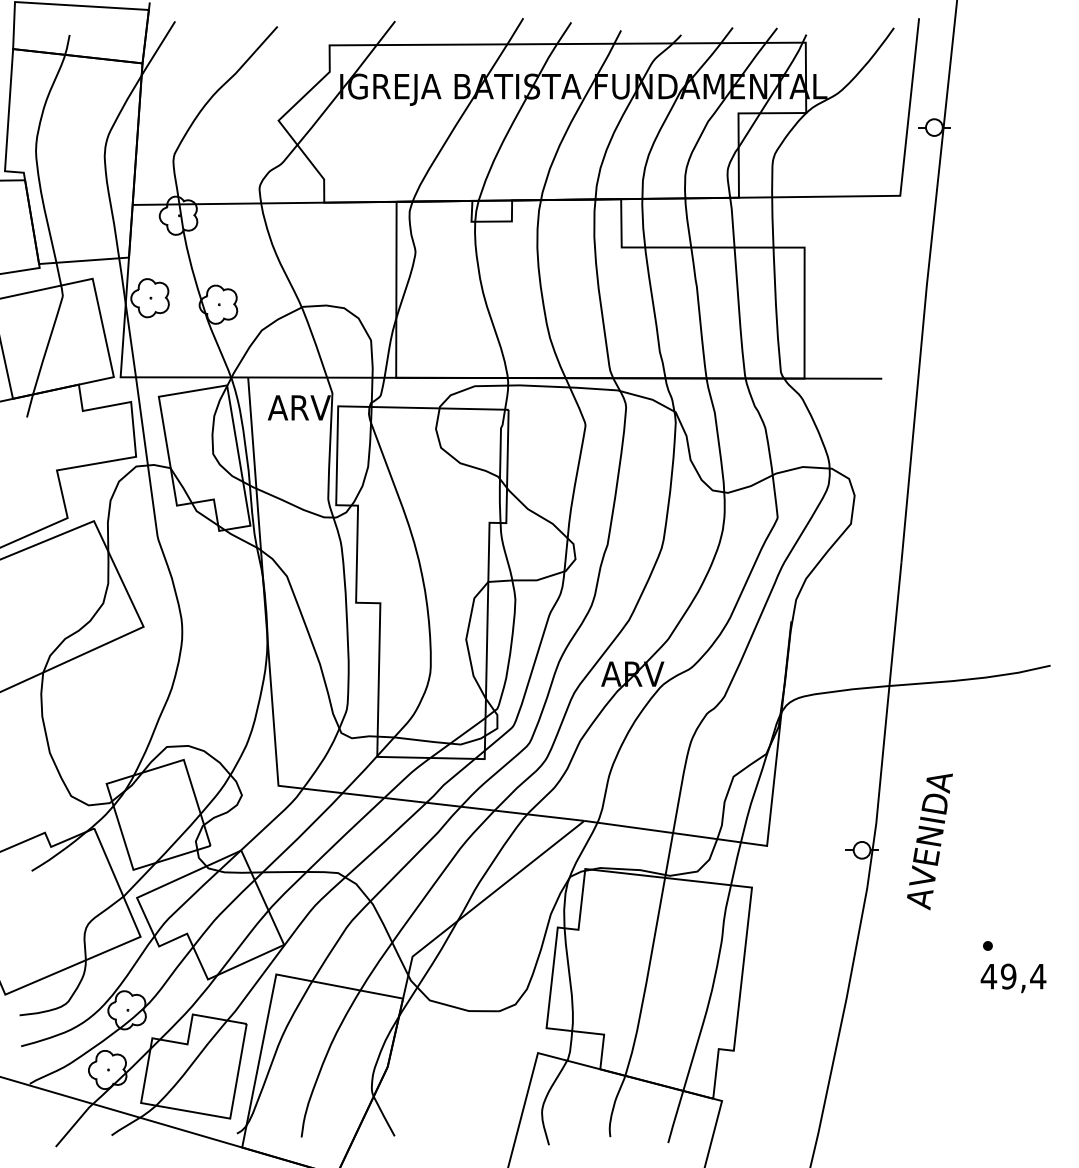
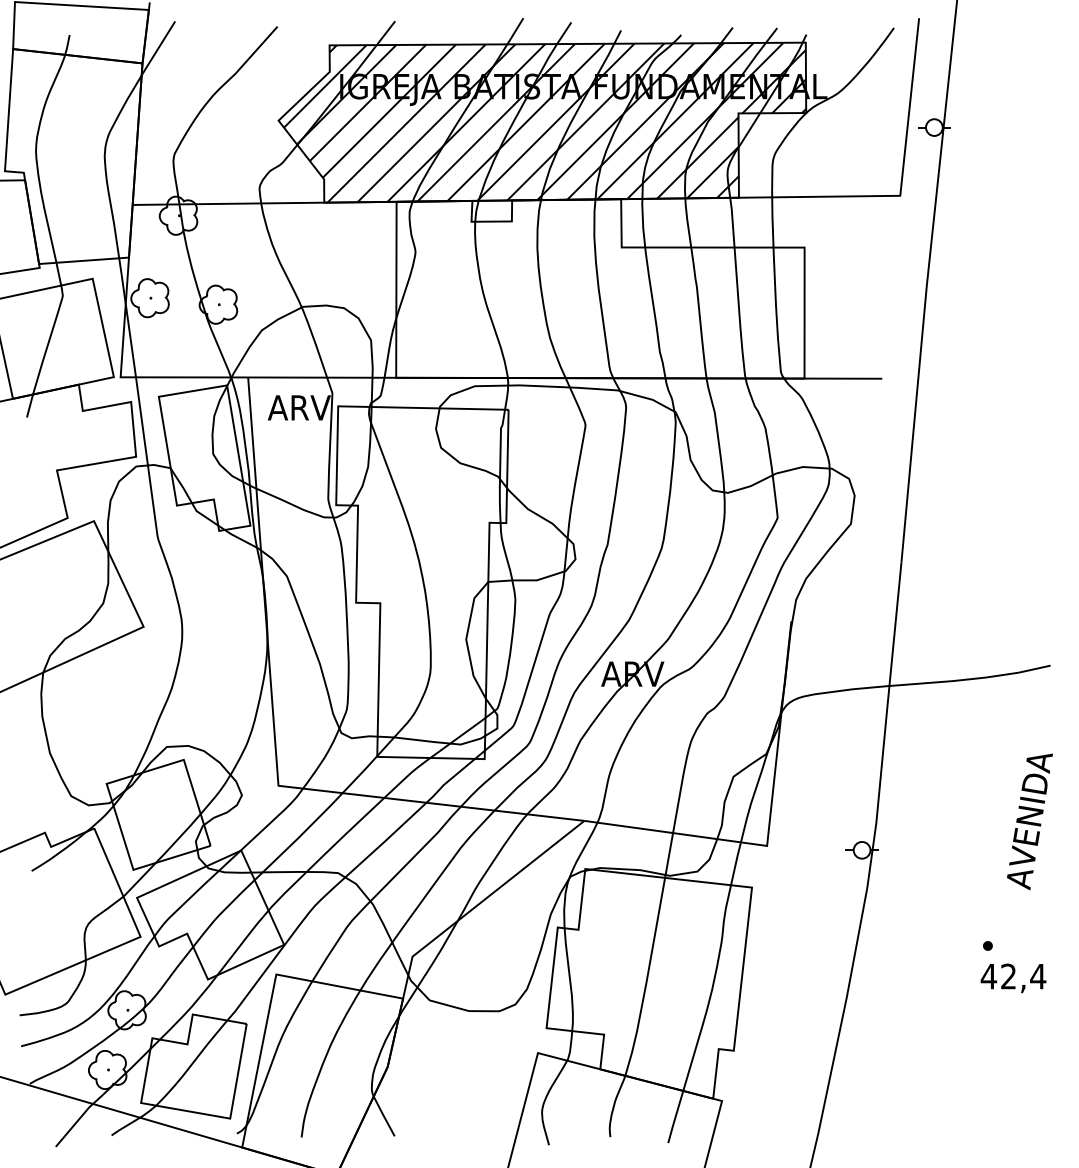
hatch at (545, 122): none -> present
text at (929, 841) position: (929, 841) -> (1029, 821)
text at (1008, 976): 49,4 -> 42,4
